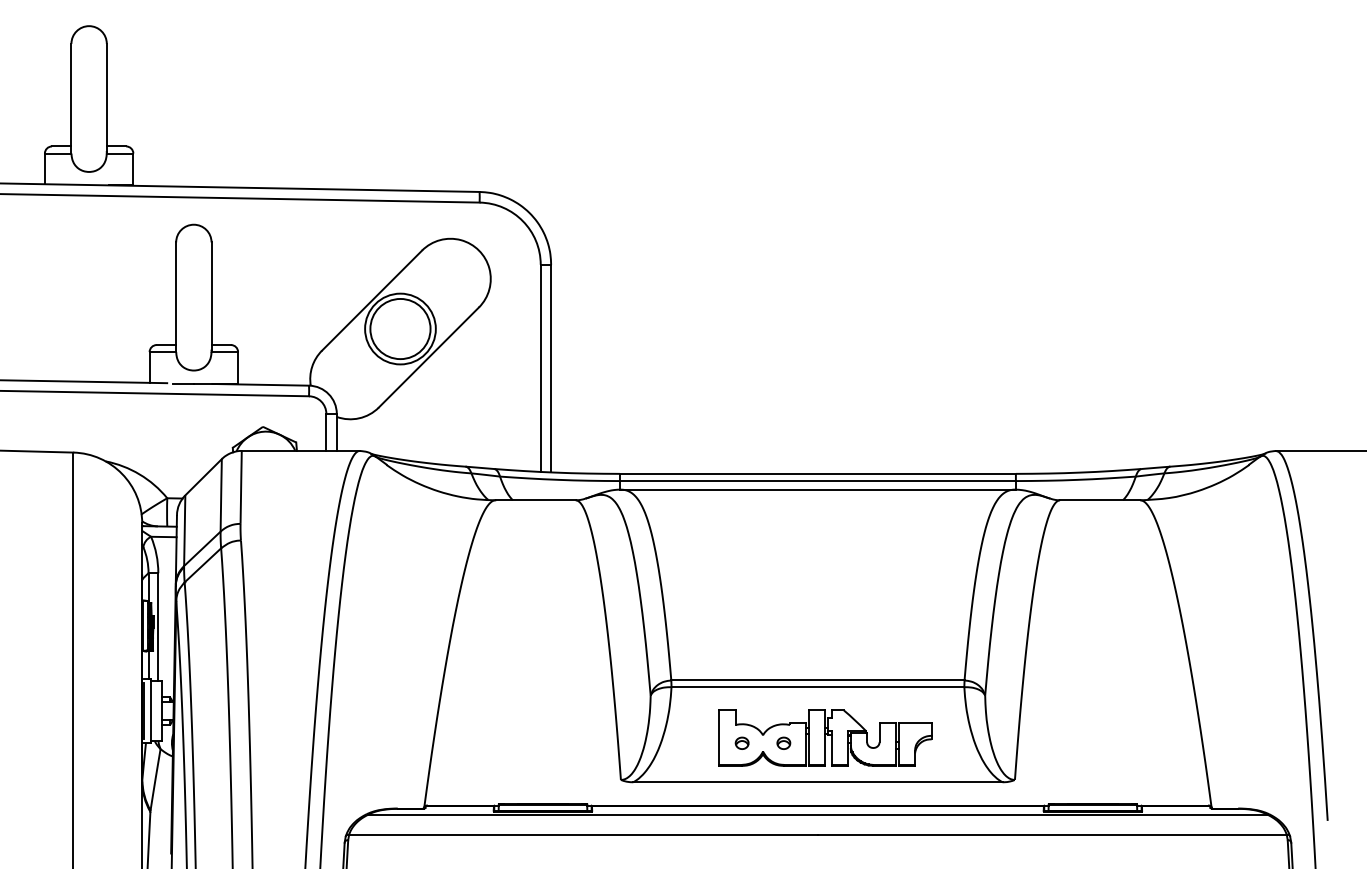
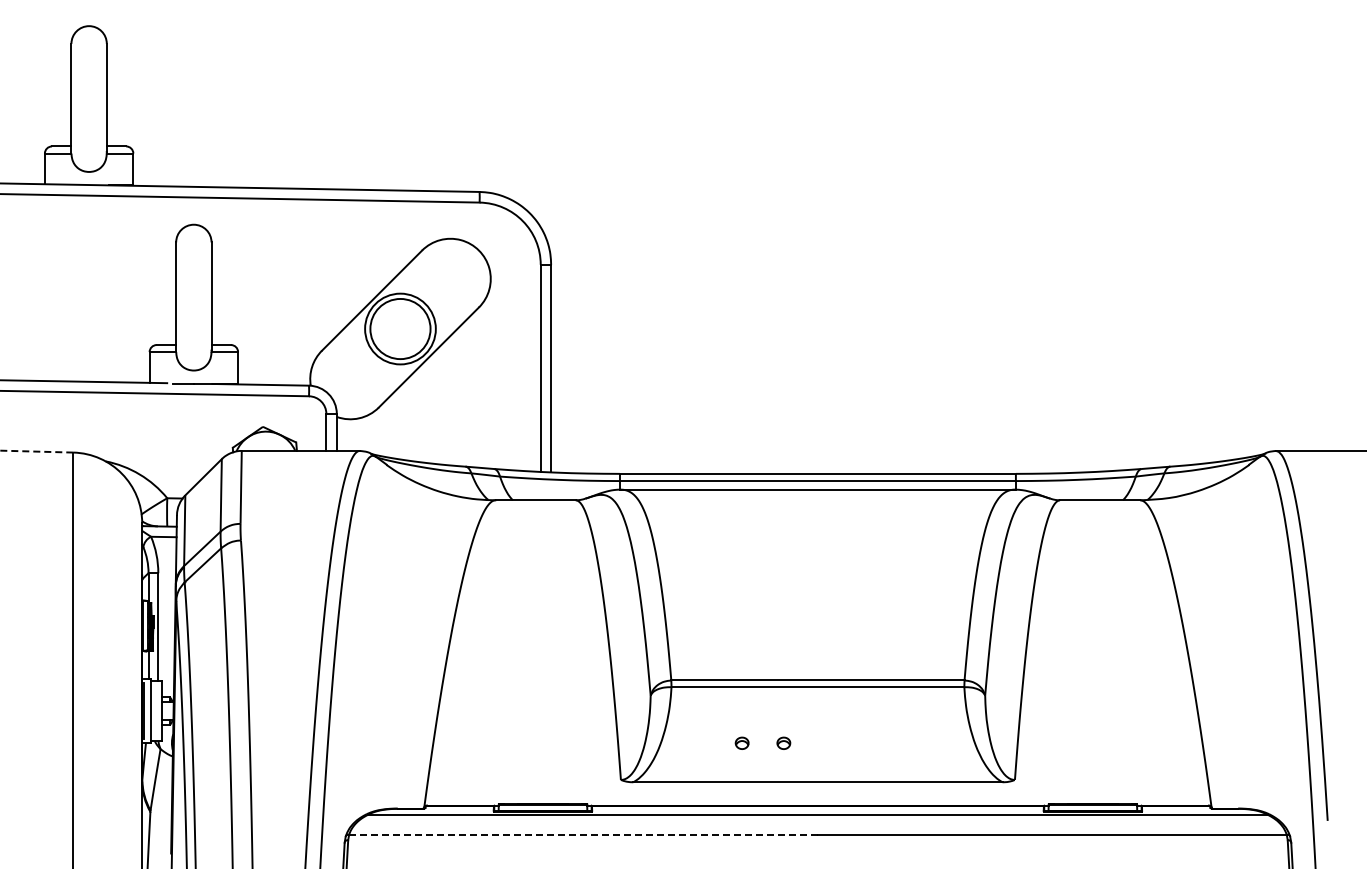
line at (36, 451): solid -> dashed
part at (825, 737): present -> none
line at (583, 834): solid -> dashed
